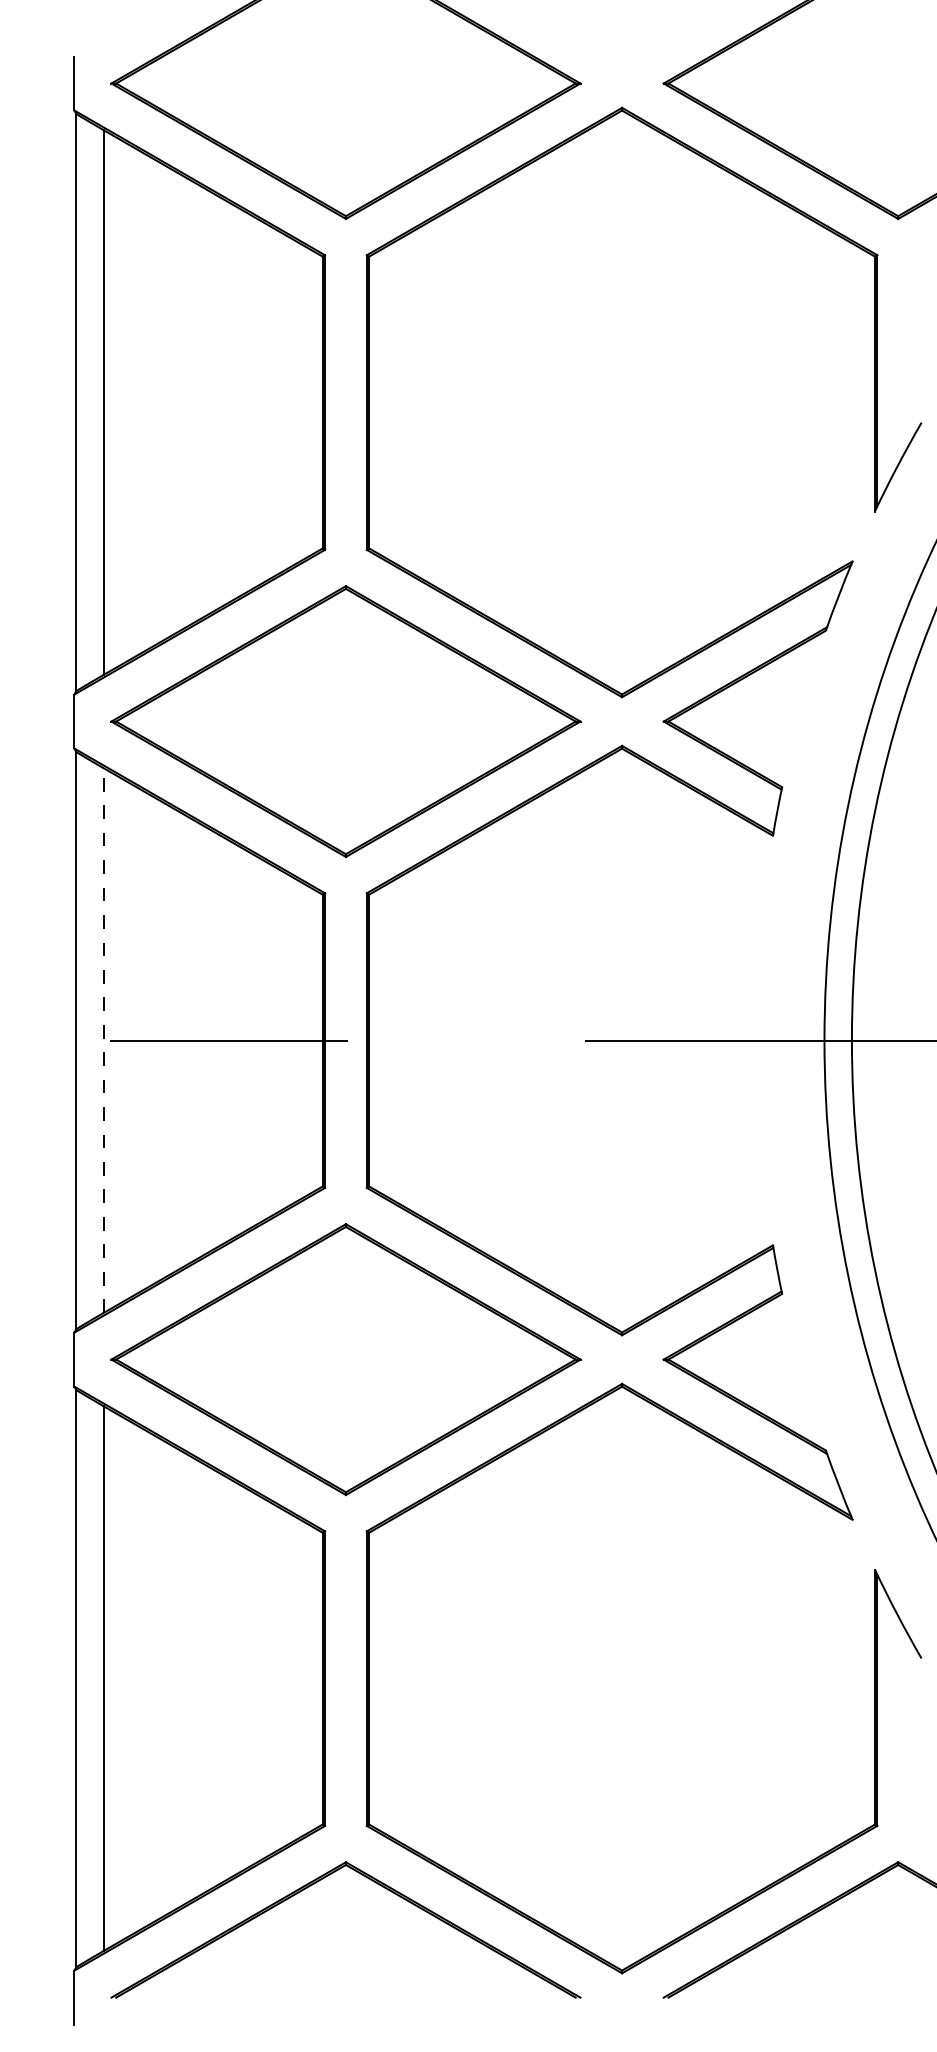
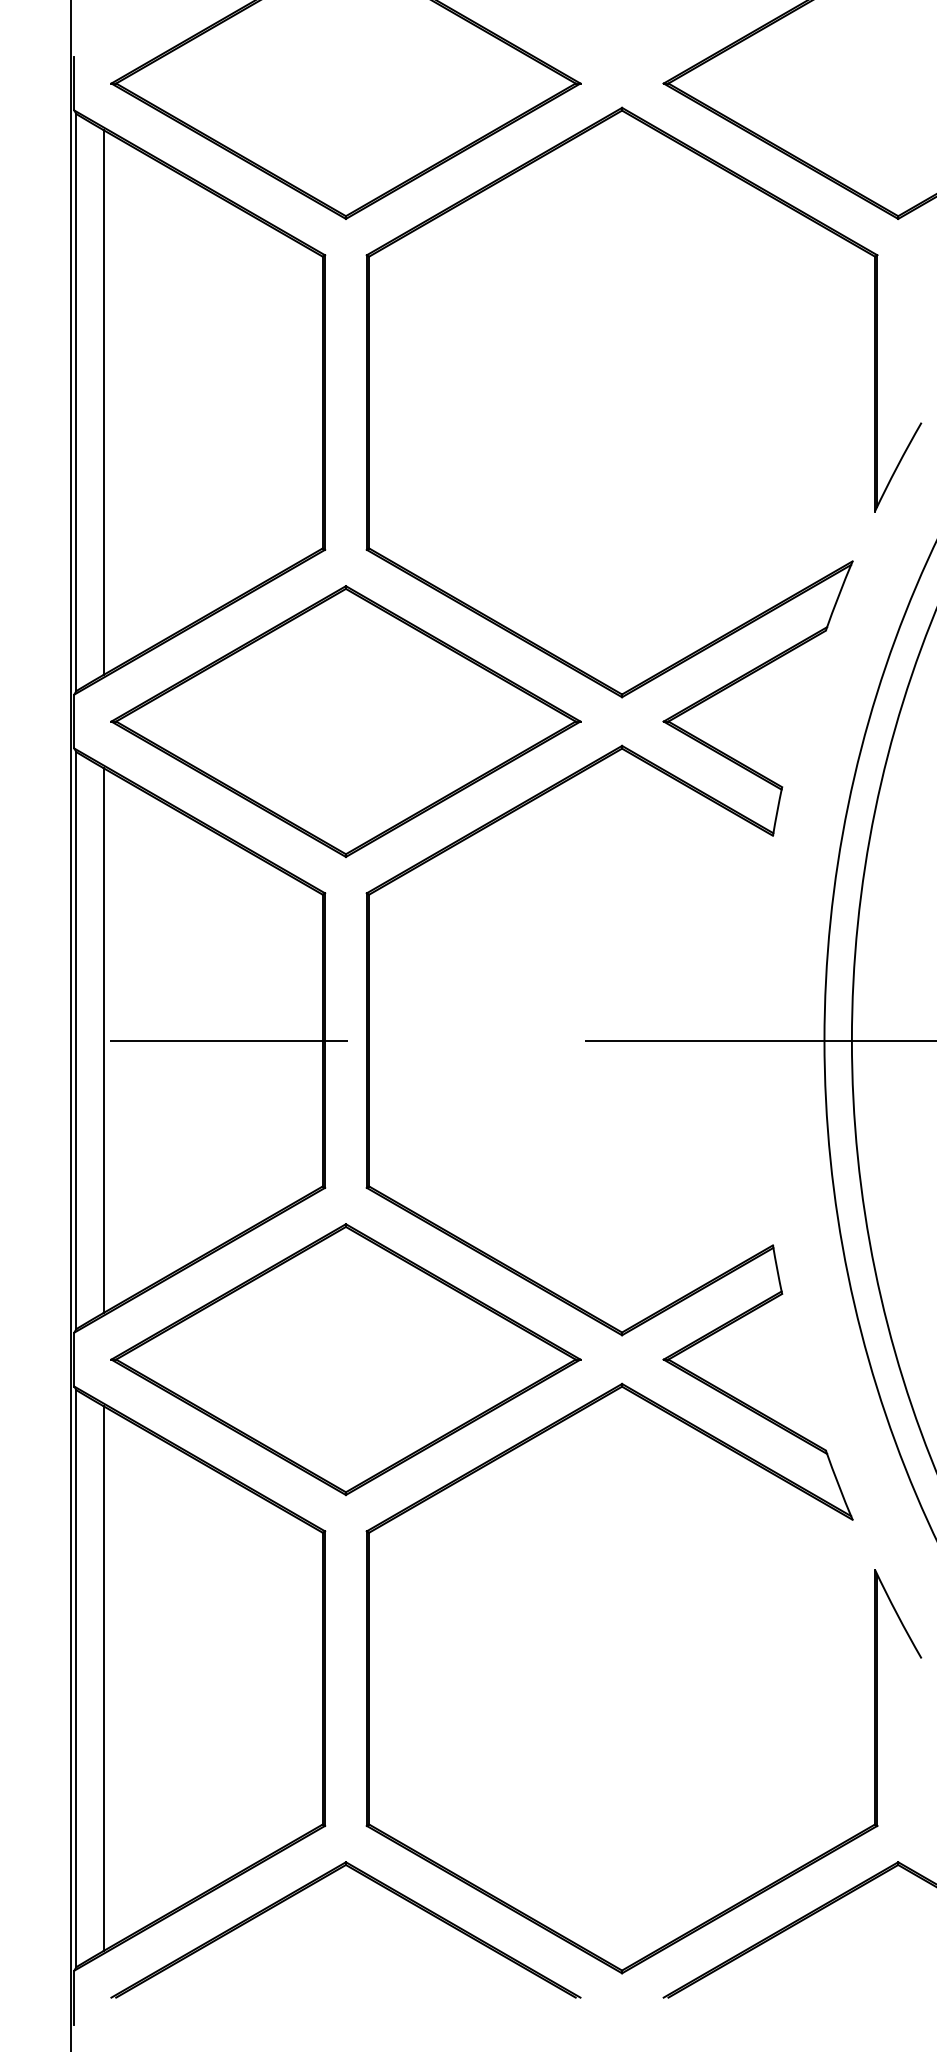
line at (70, 1025): none -> present
line at (103, 1040): dashed -> solid
